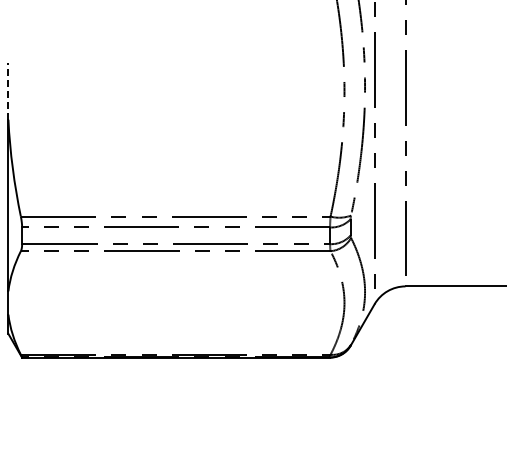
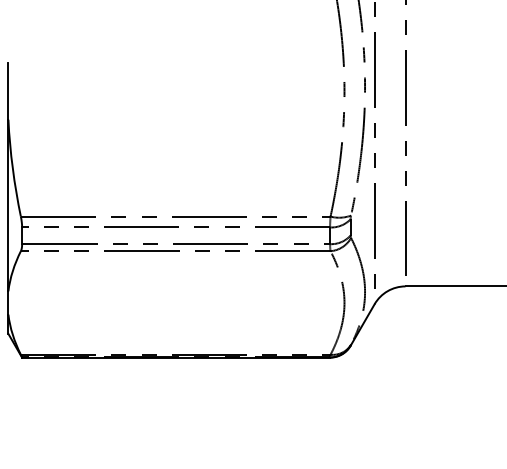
line at (8, 91): dashed -> solid
